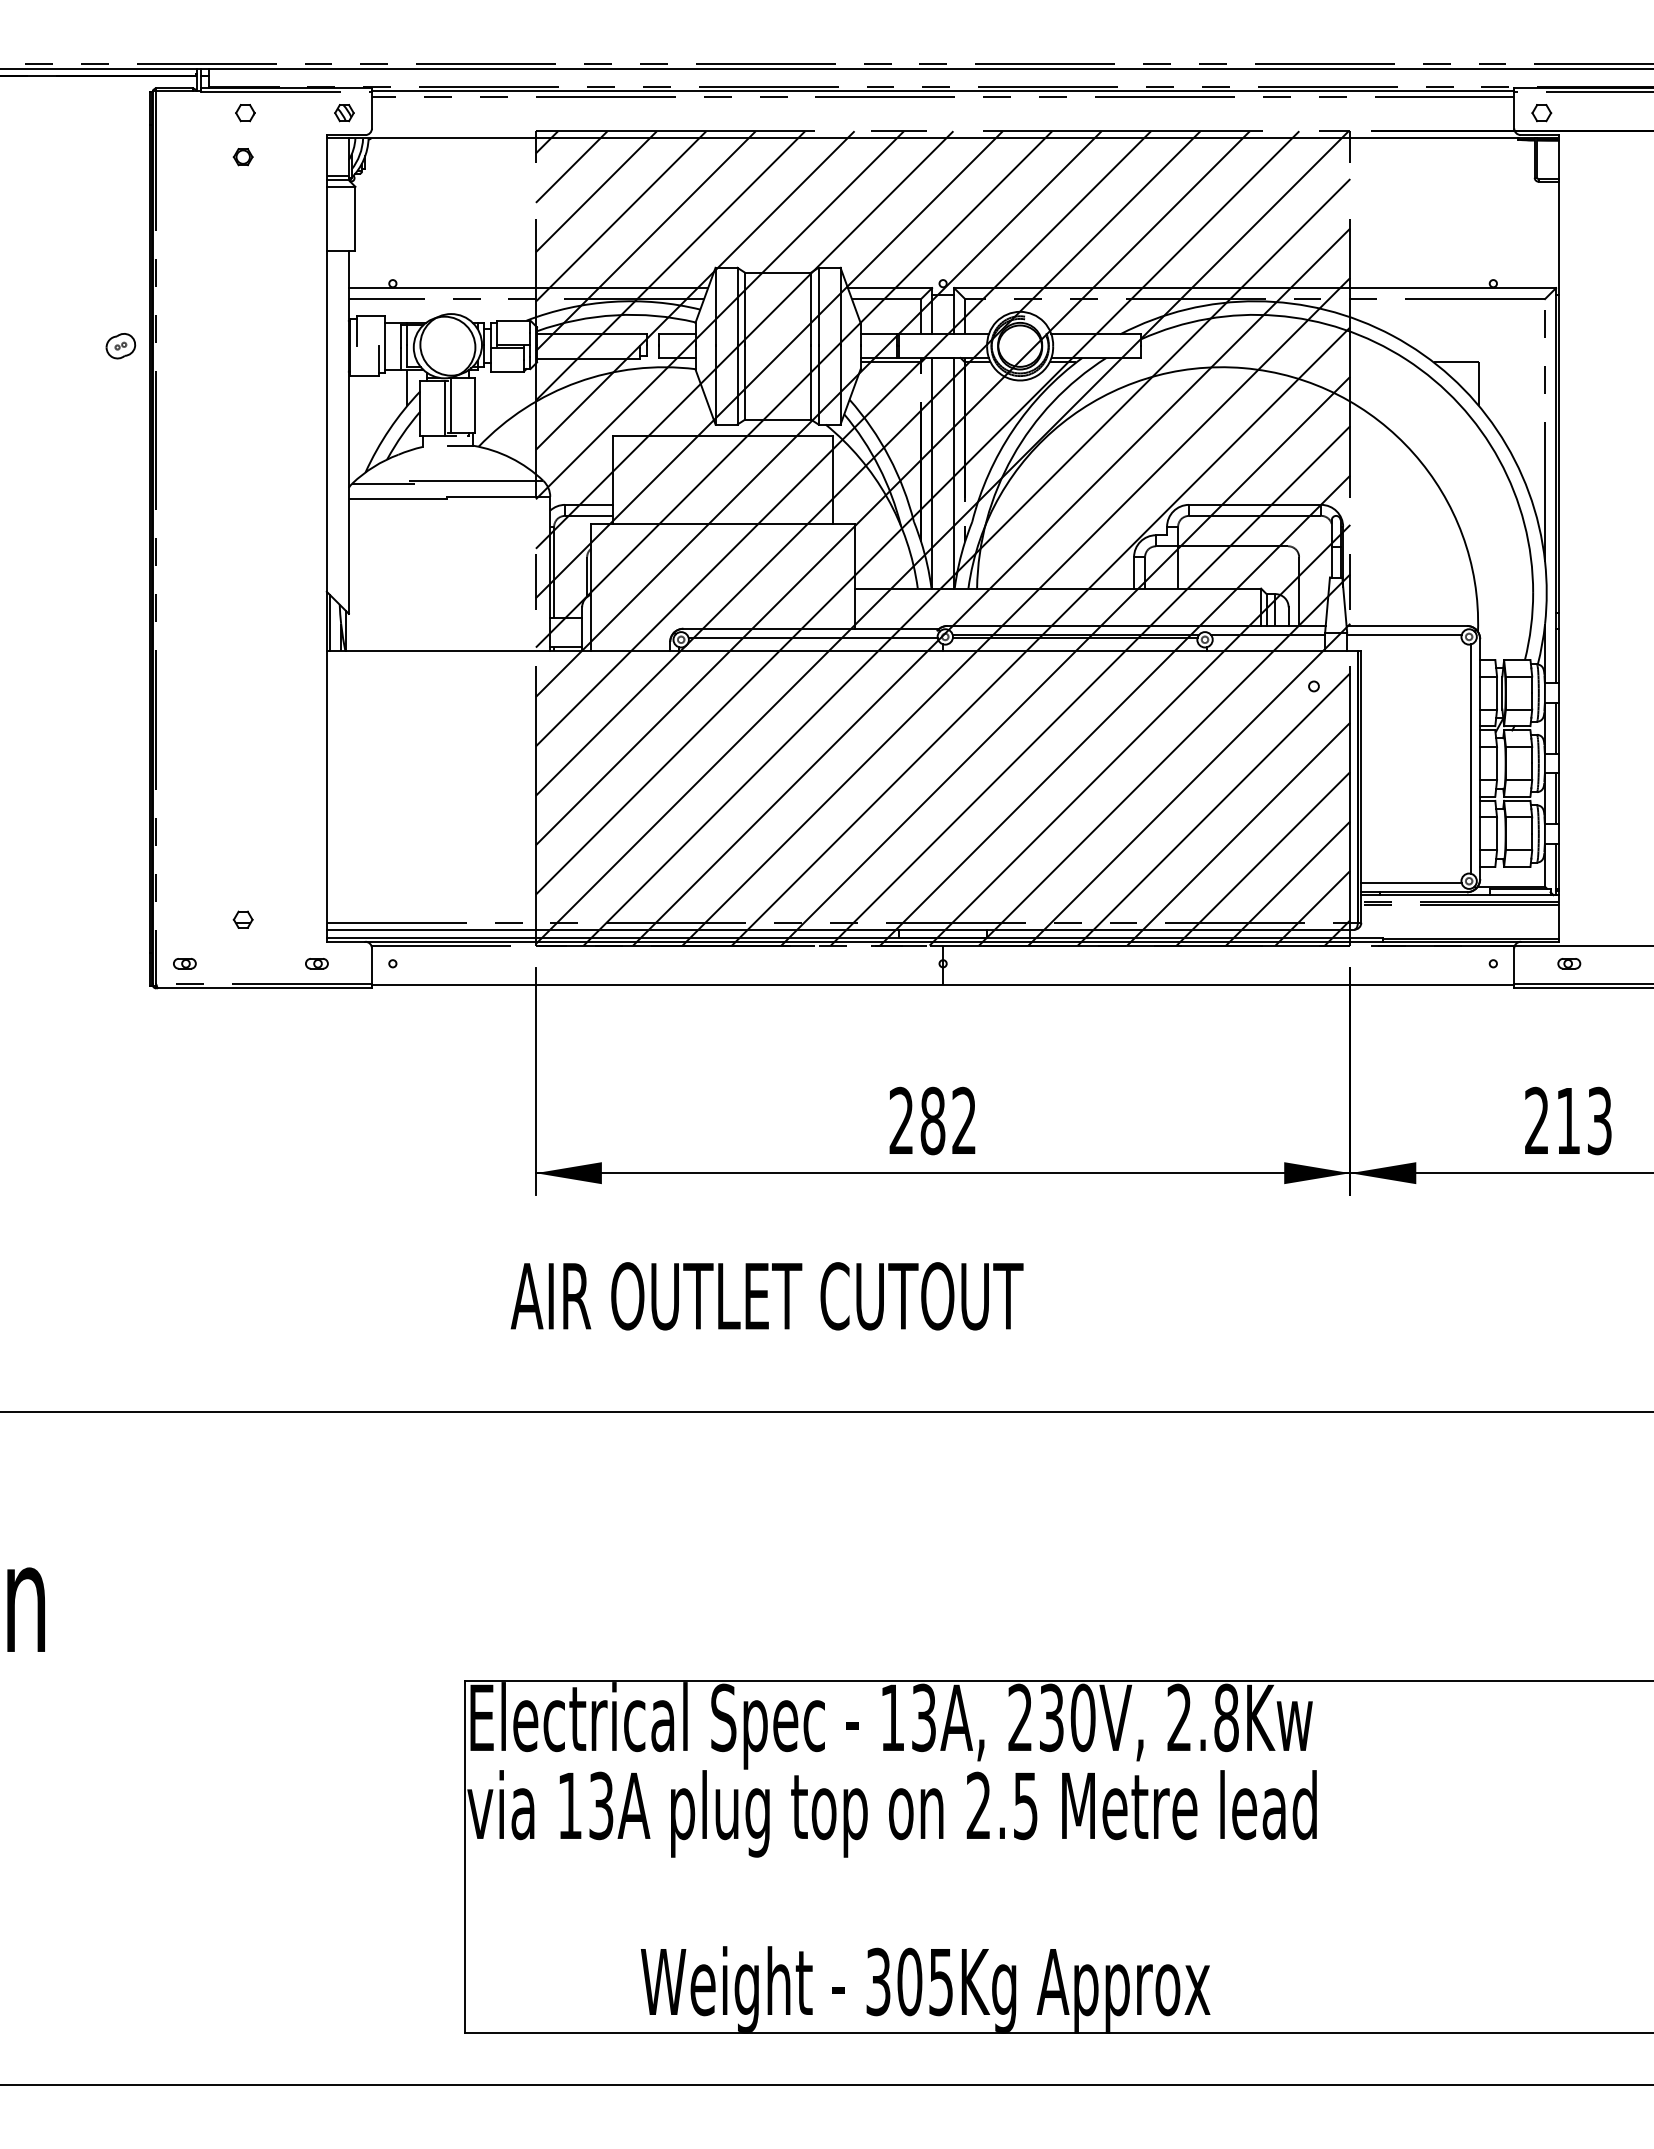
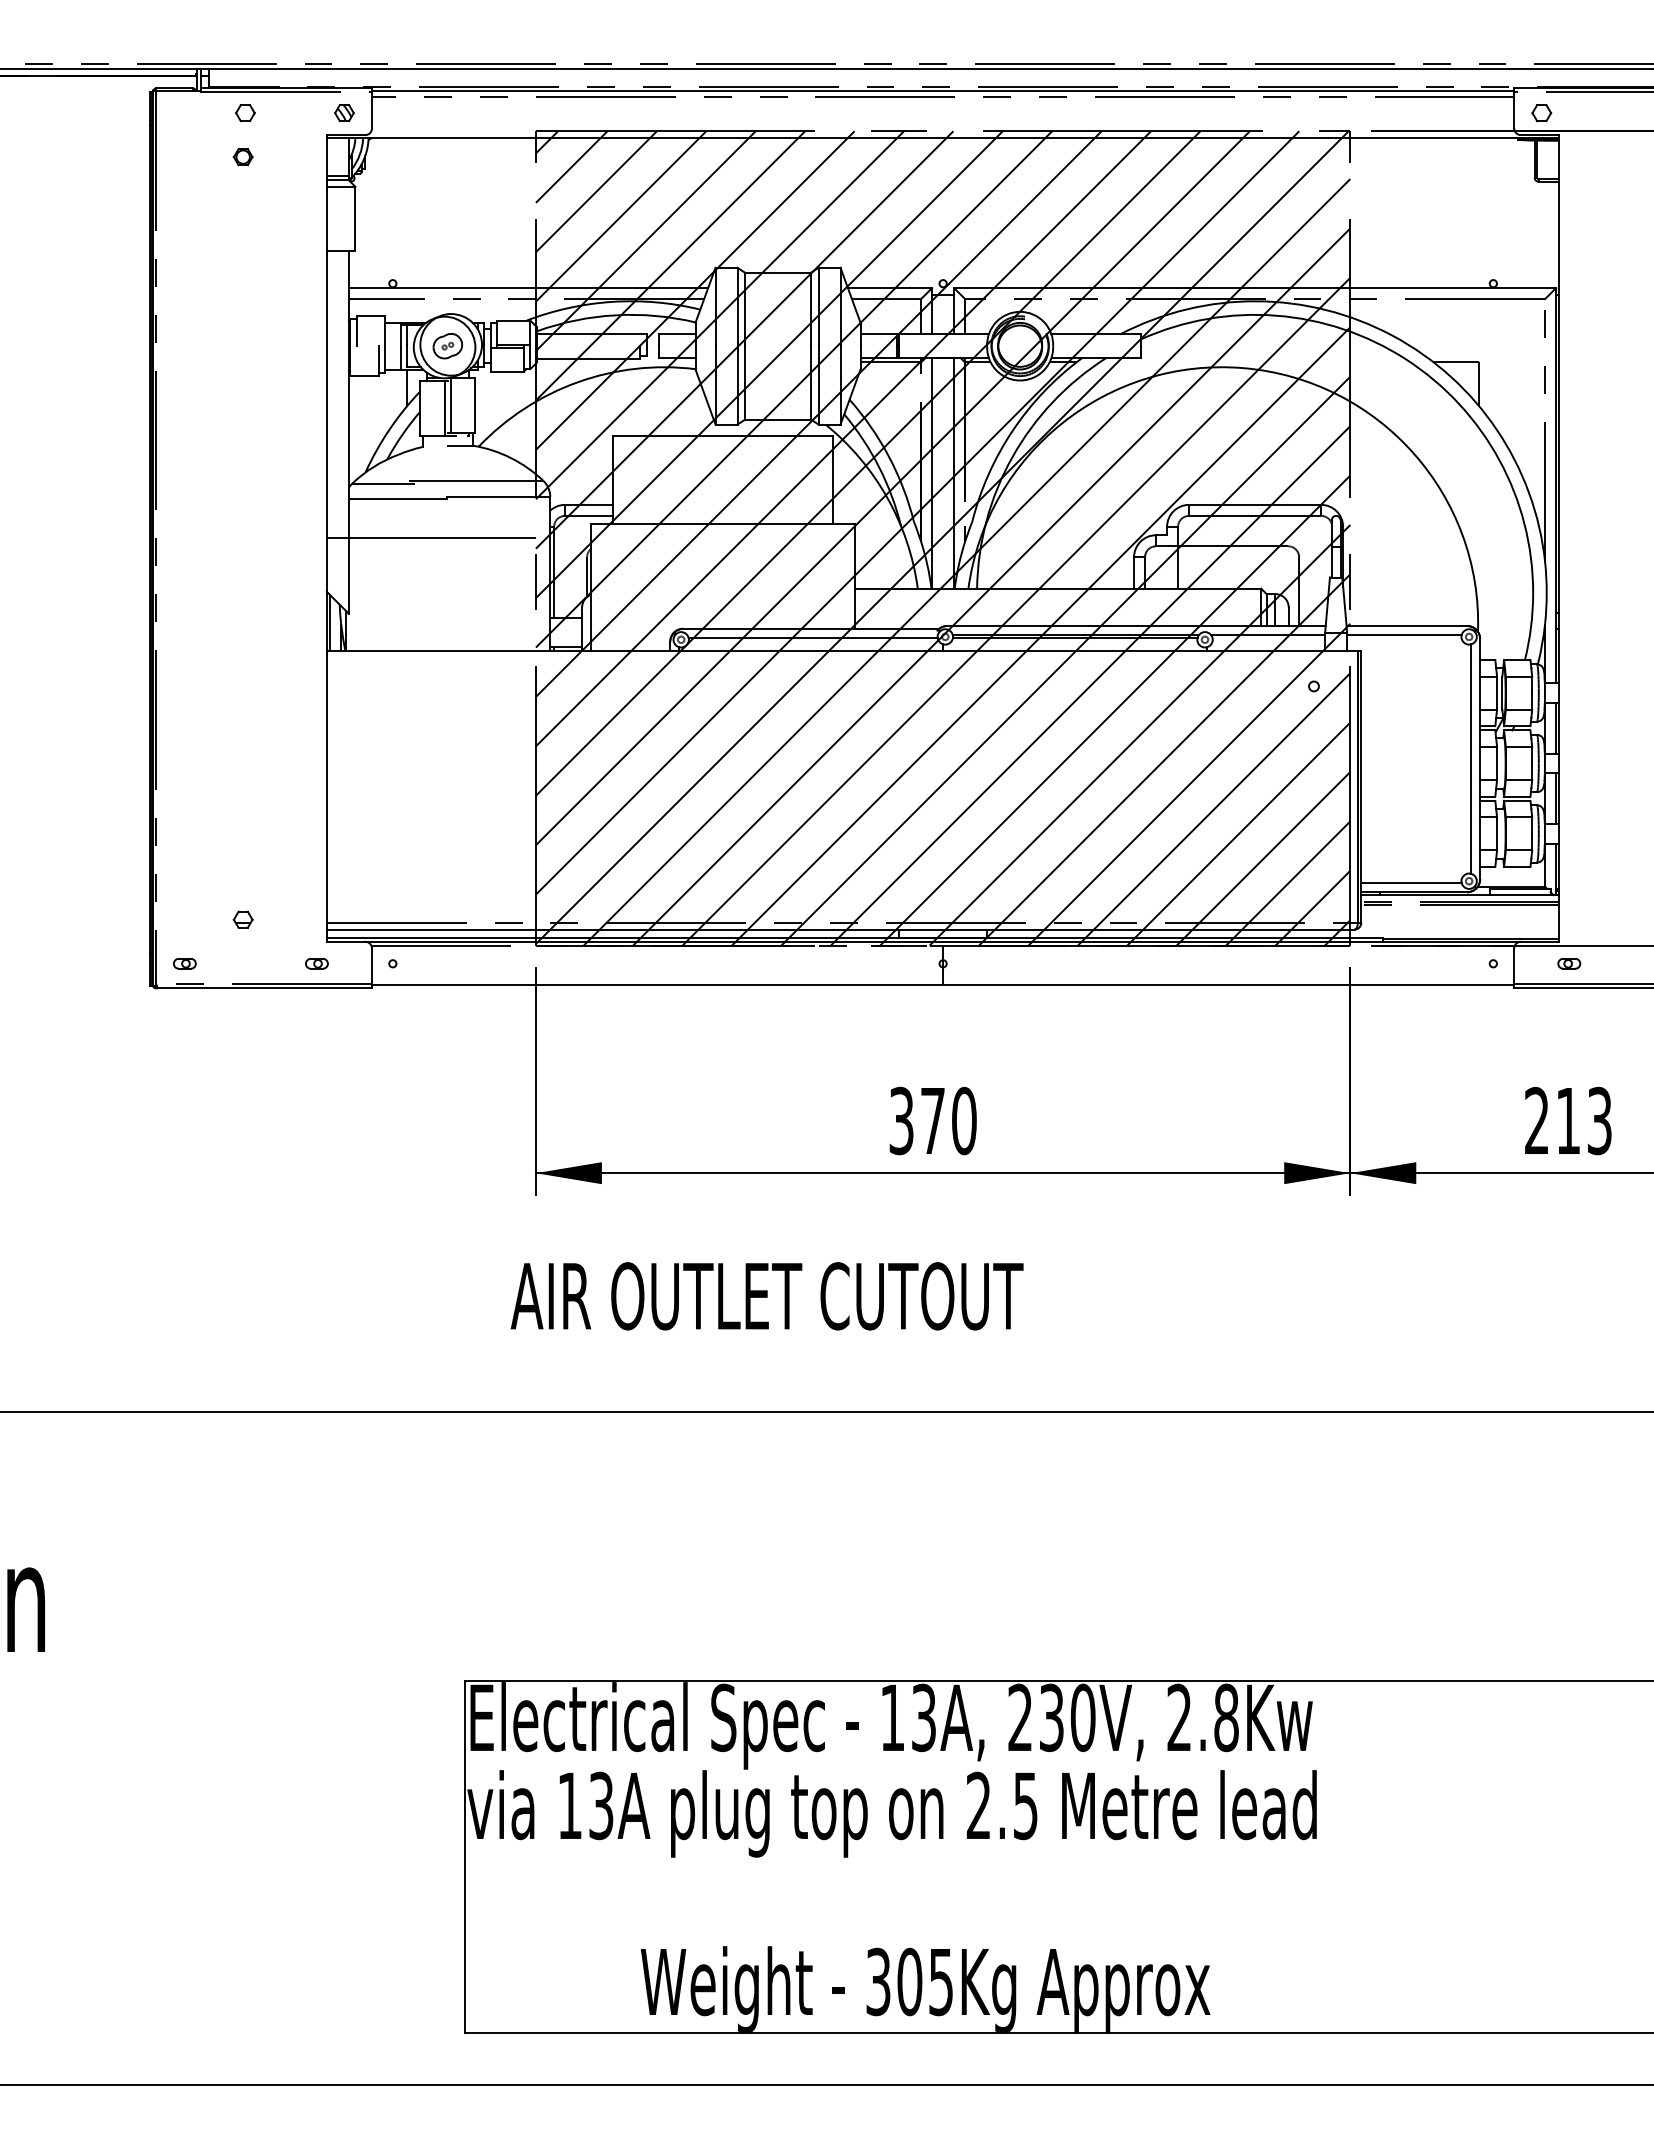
part at (120, 346) position: (120, 346) -> (447, 346)
line at (430, 538): none -> present
text at (932, 1120): 282 -> 370
